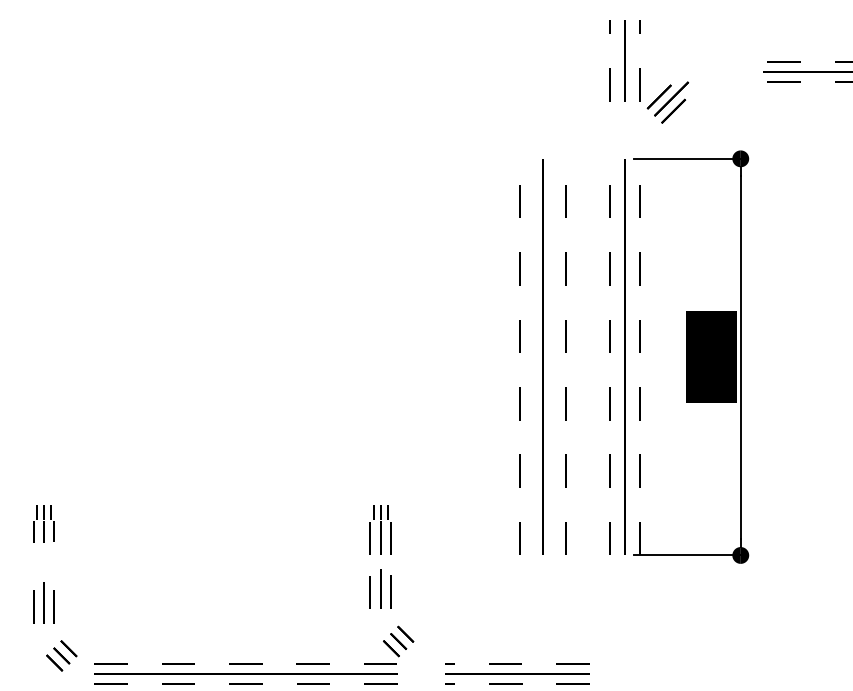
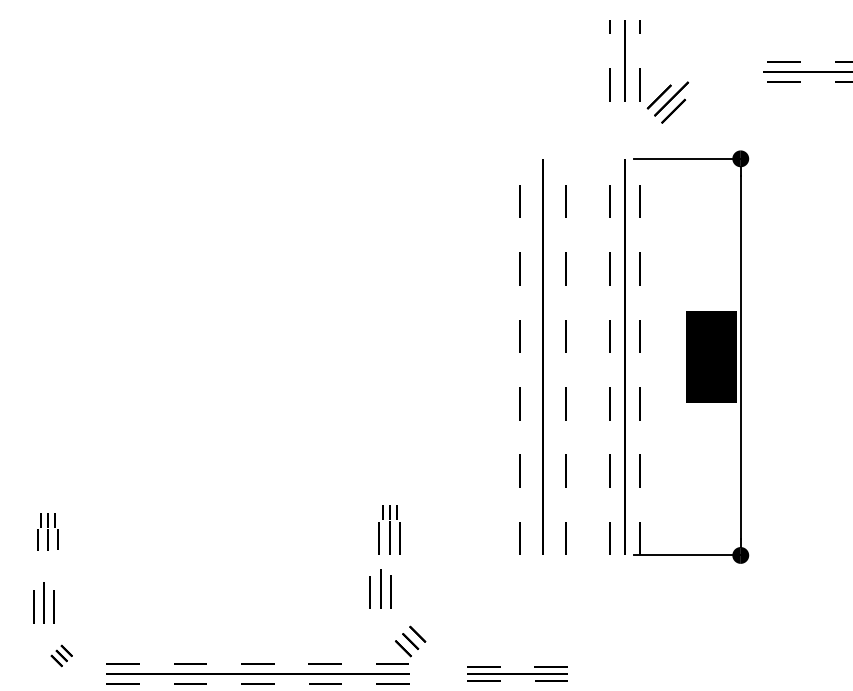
part at (43, 523) position: (43, 523) -> (47, 531)
part at (380, 529) position: (380, 529) -> (389, 529)
part at (61, 655) size: 32x32 px -> 23x24 px
part at (254, 663) position: (254, 663) -> (266, 663)
part at (517, 673) size: 145x22 px -> 101x16 px
